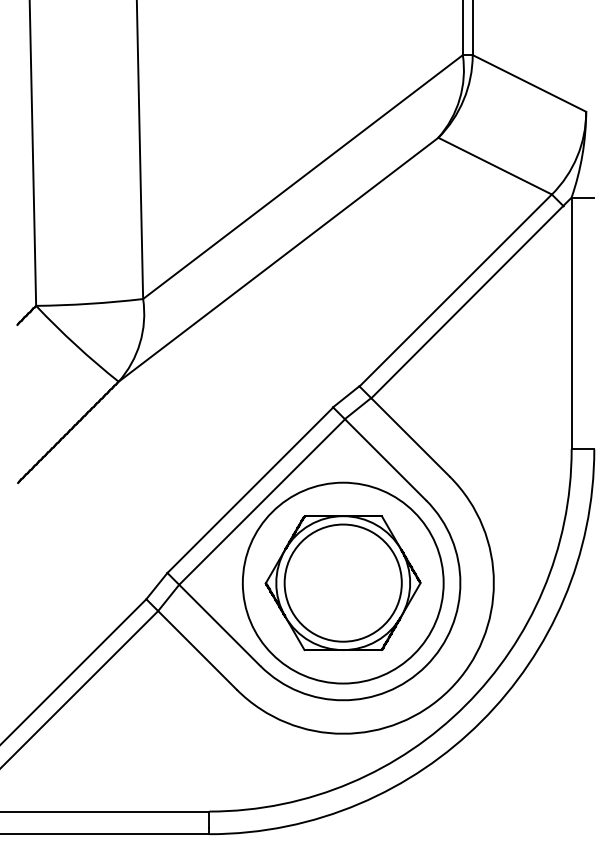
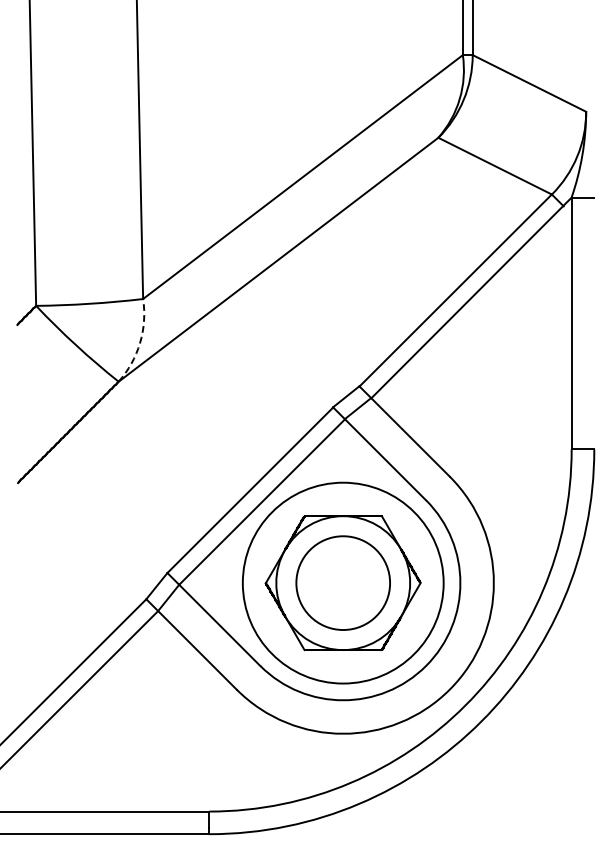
arc at (140, 343): solid -> dashed
circle at (342, 582) diameter: 117 px -> 94 px
